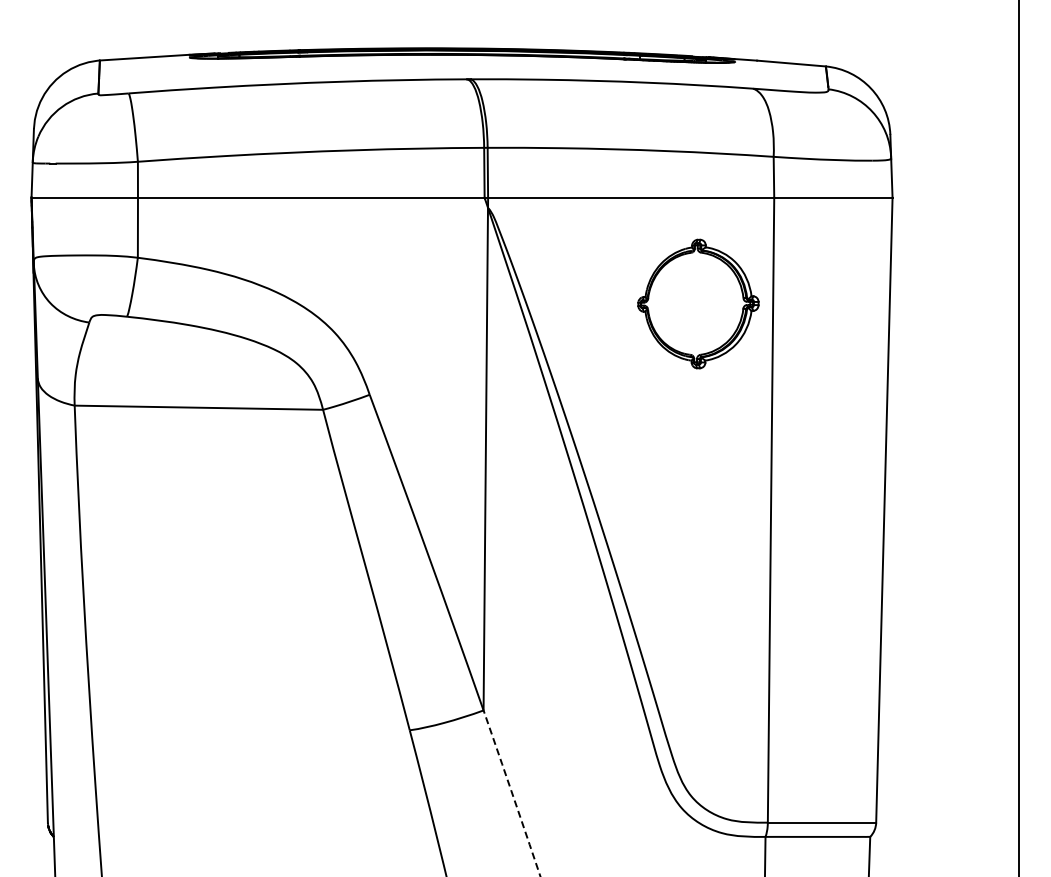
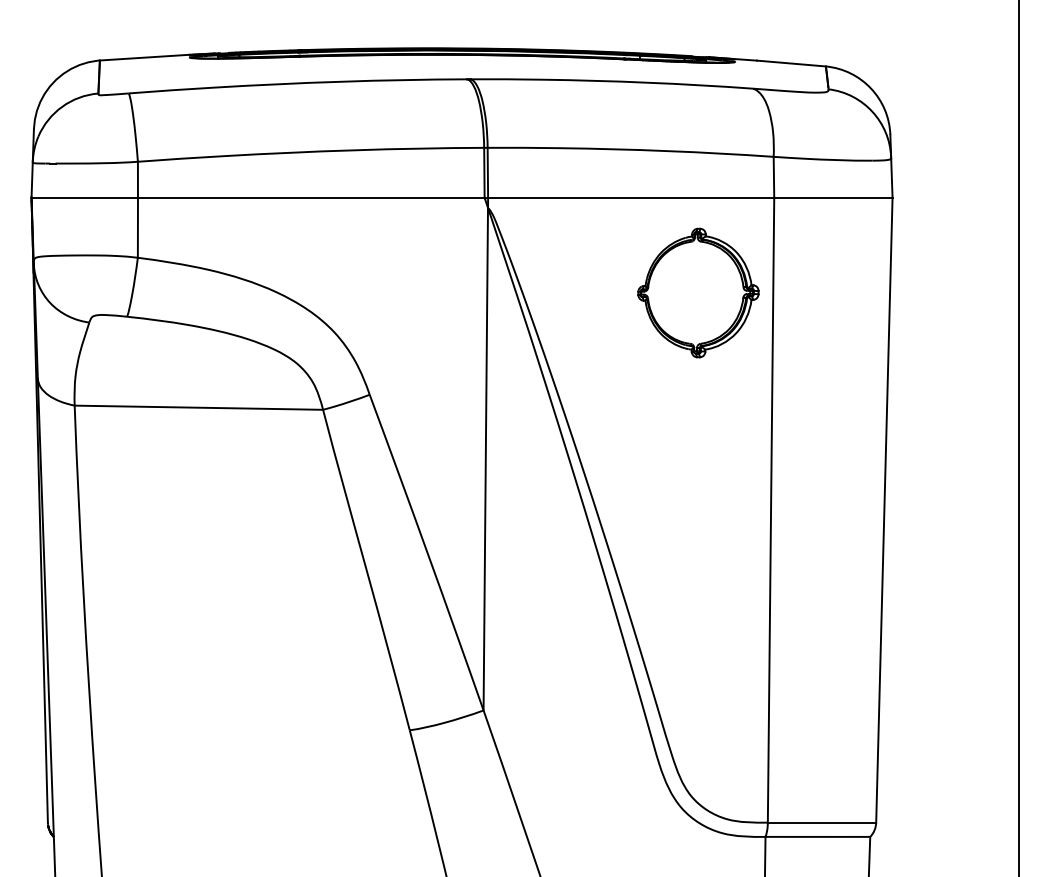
part at (698, 303) position: (698, 303) -> (698, 292)
arc at (512, 793): dashed -> solid
